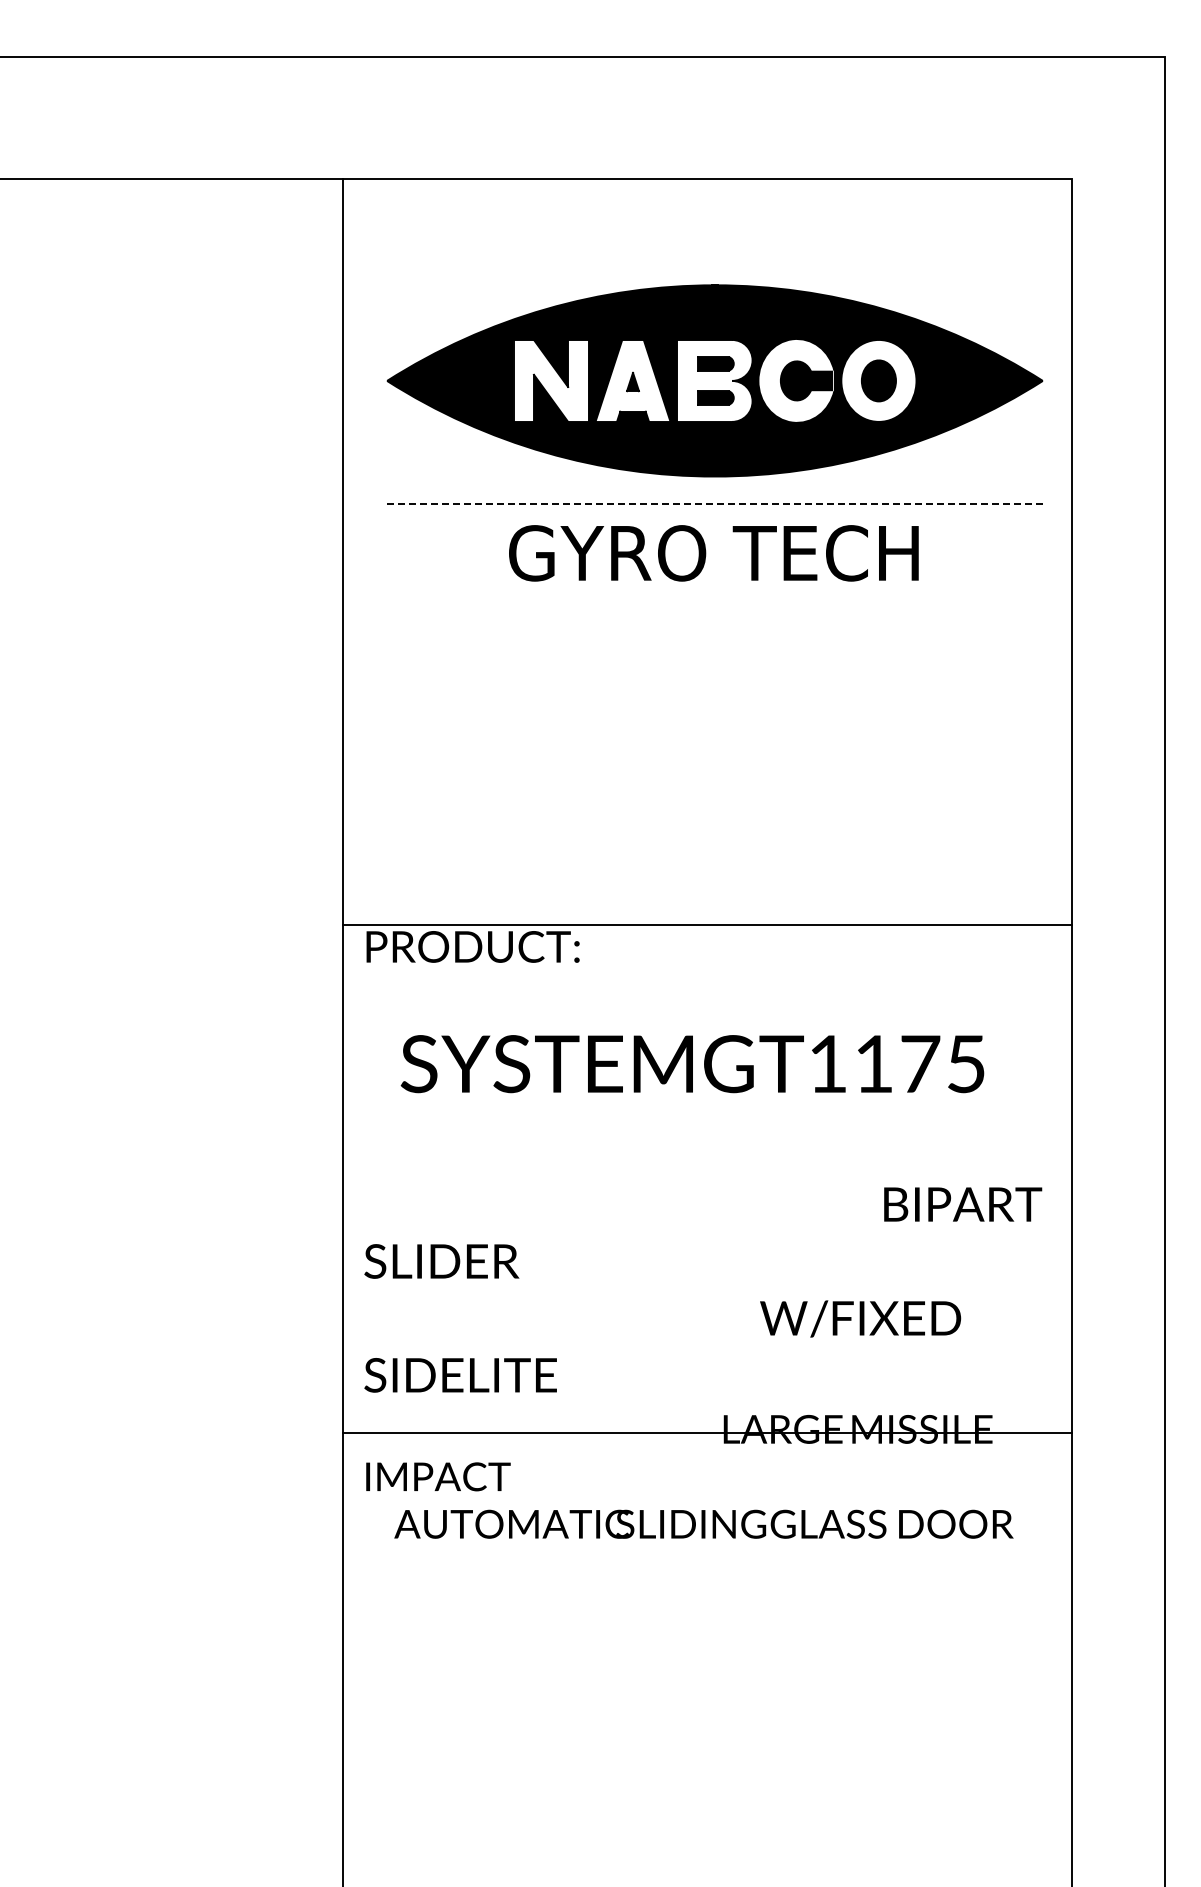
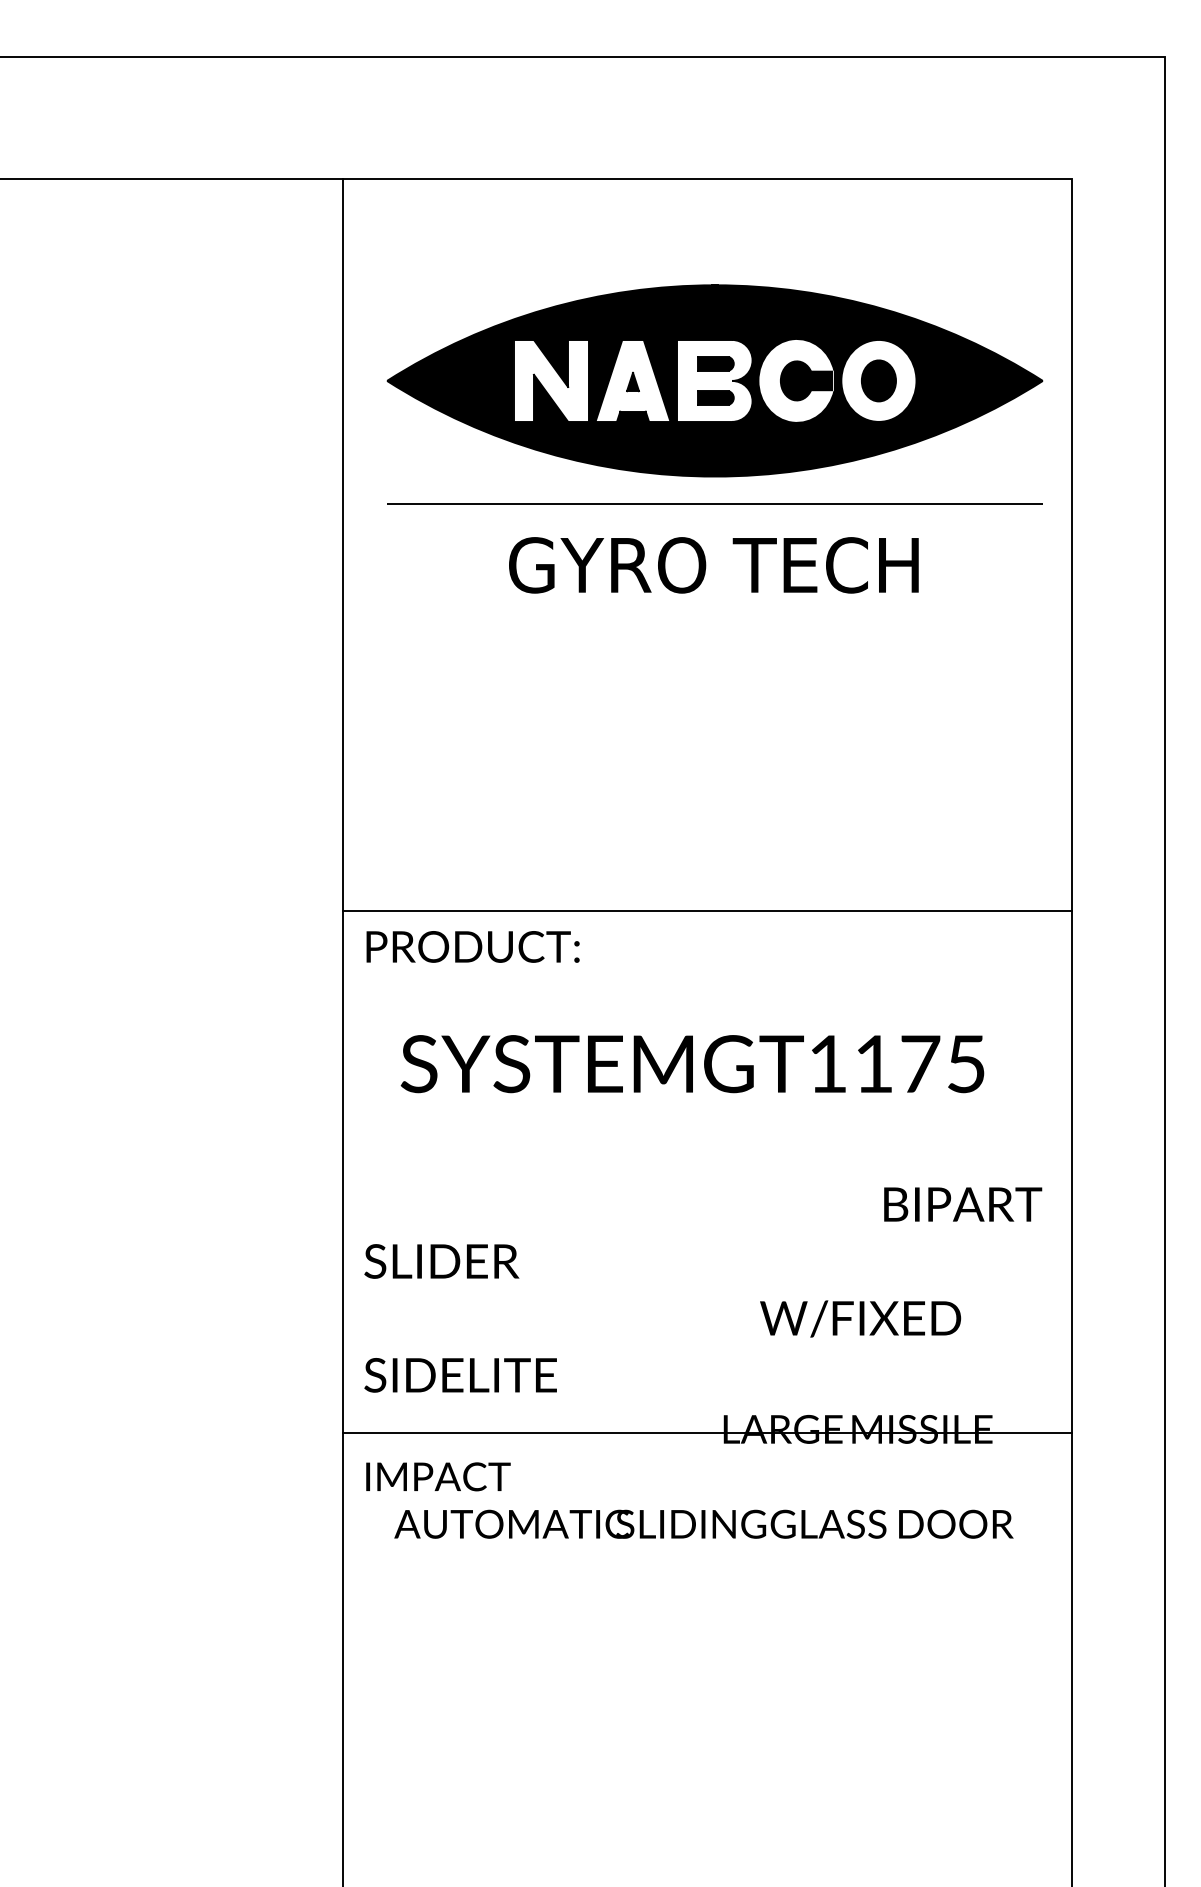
line at (714, 503): dashed -> solid
text at (713, 553) position: (713, 553) -> (713, 565)
line at (707, 925) position: (707, 925) -> (707, 911)
